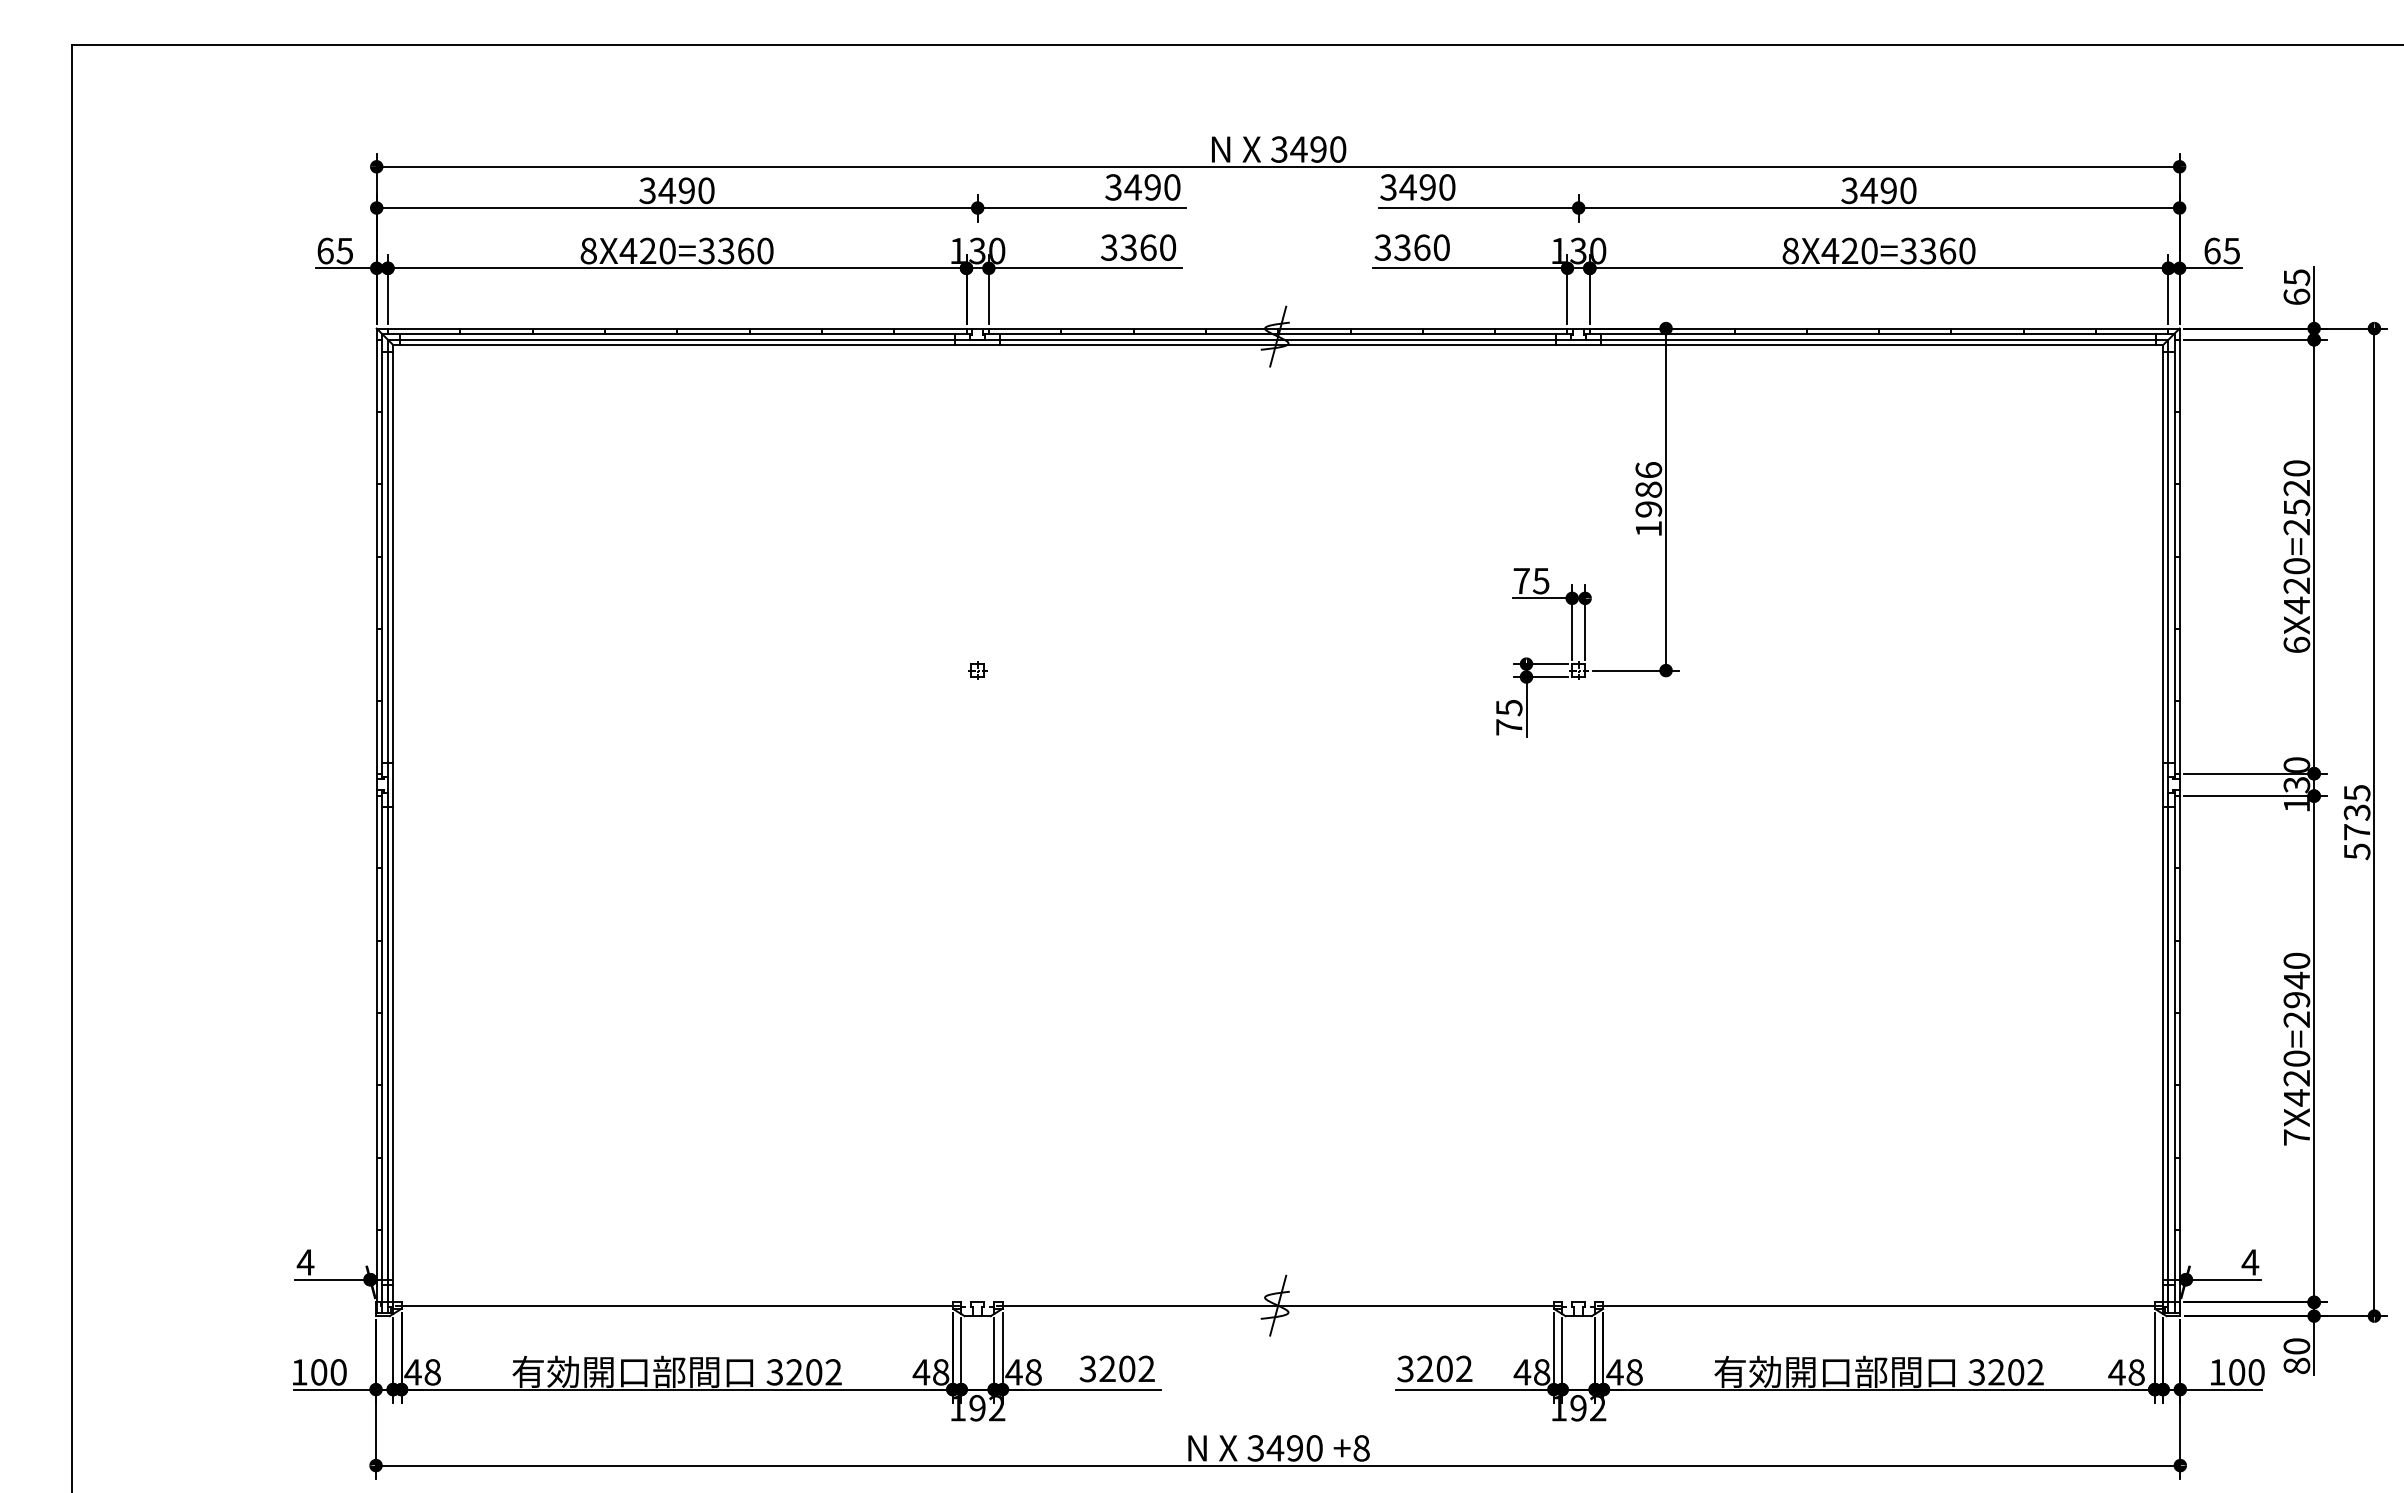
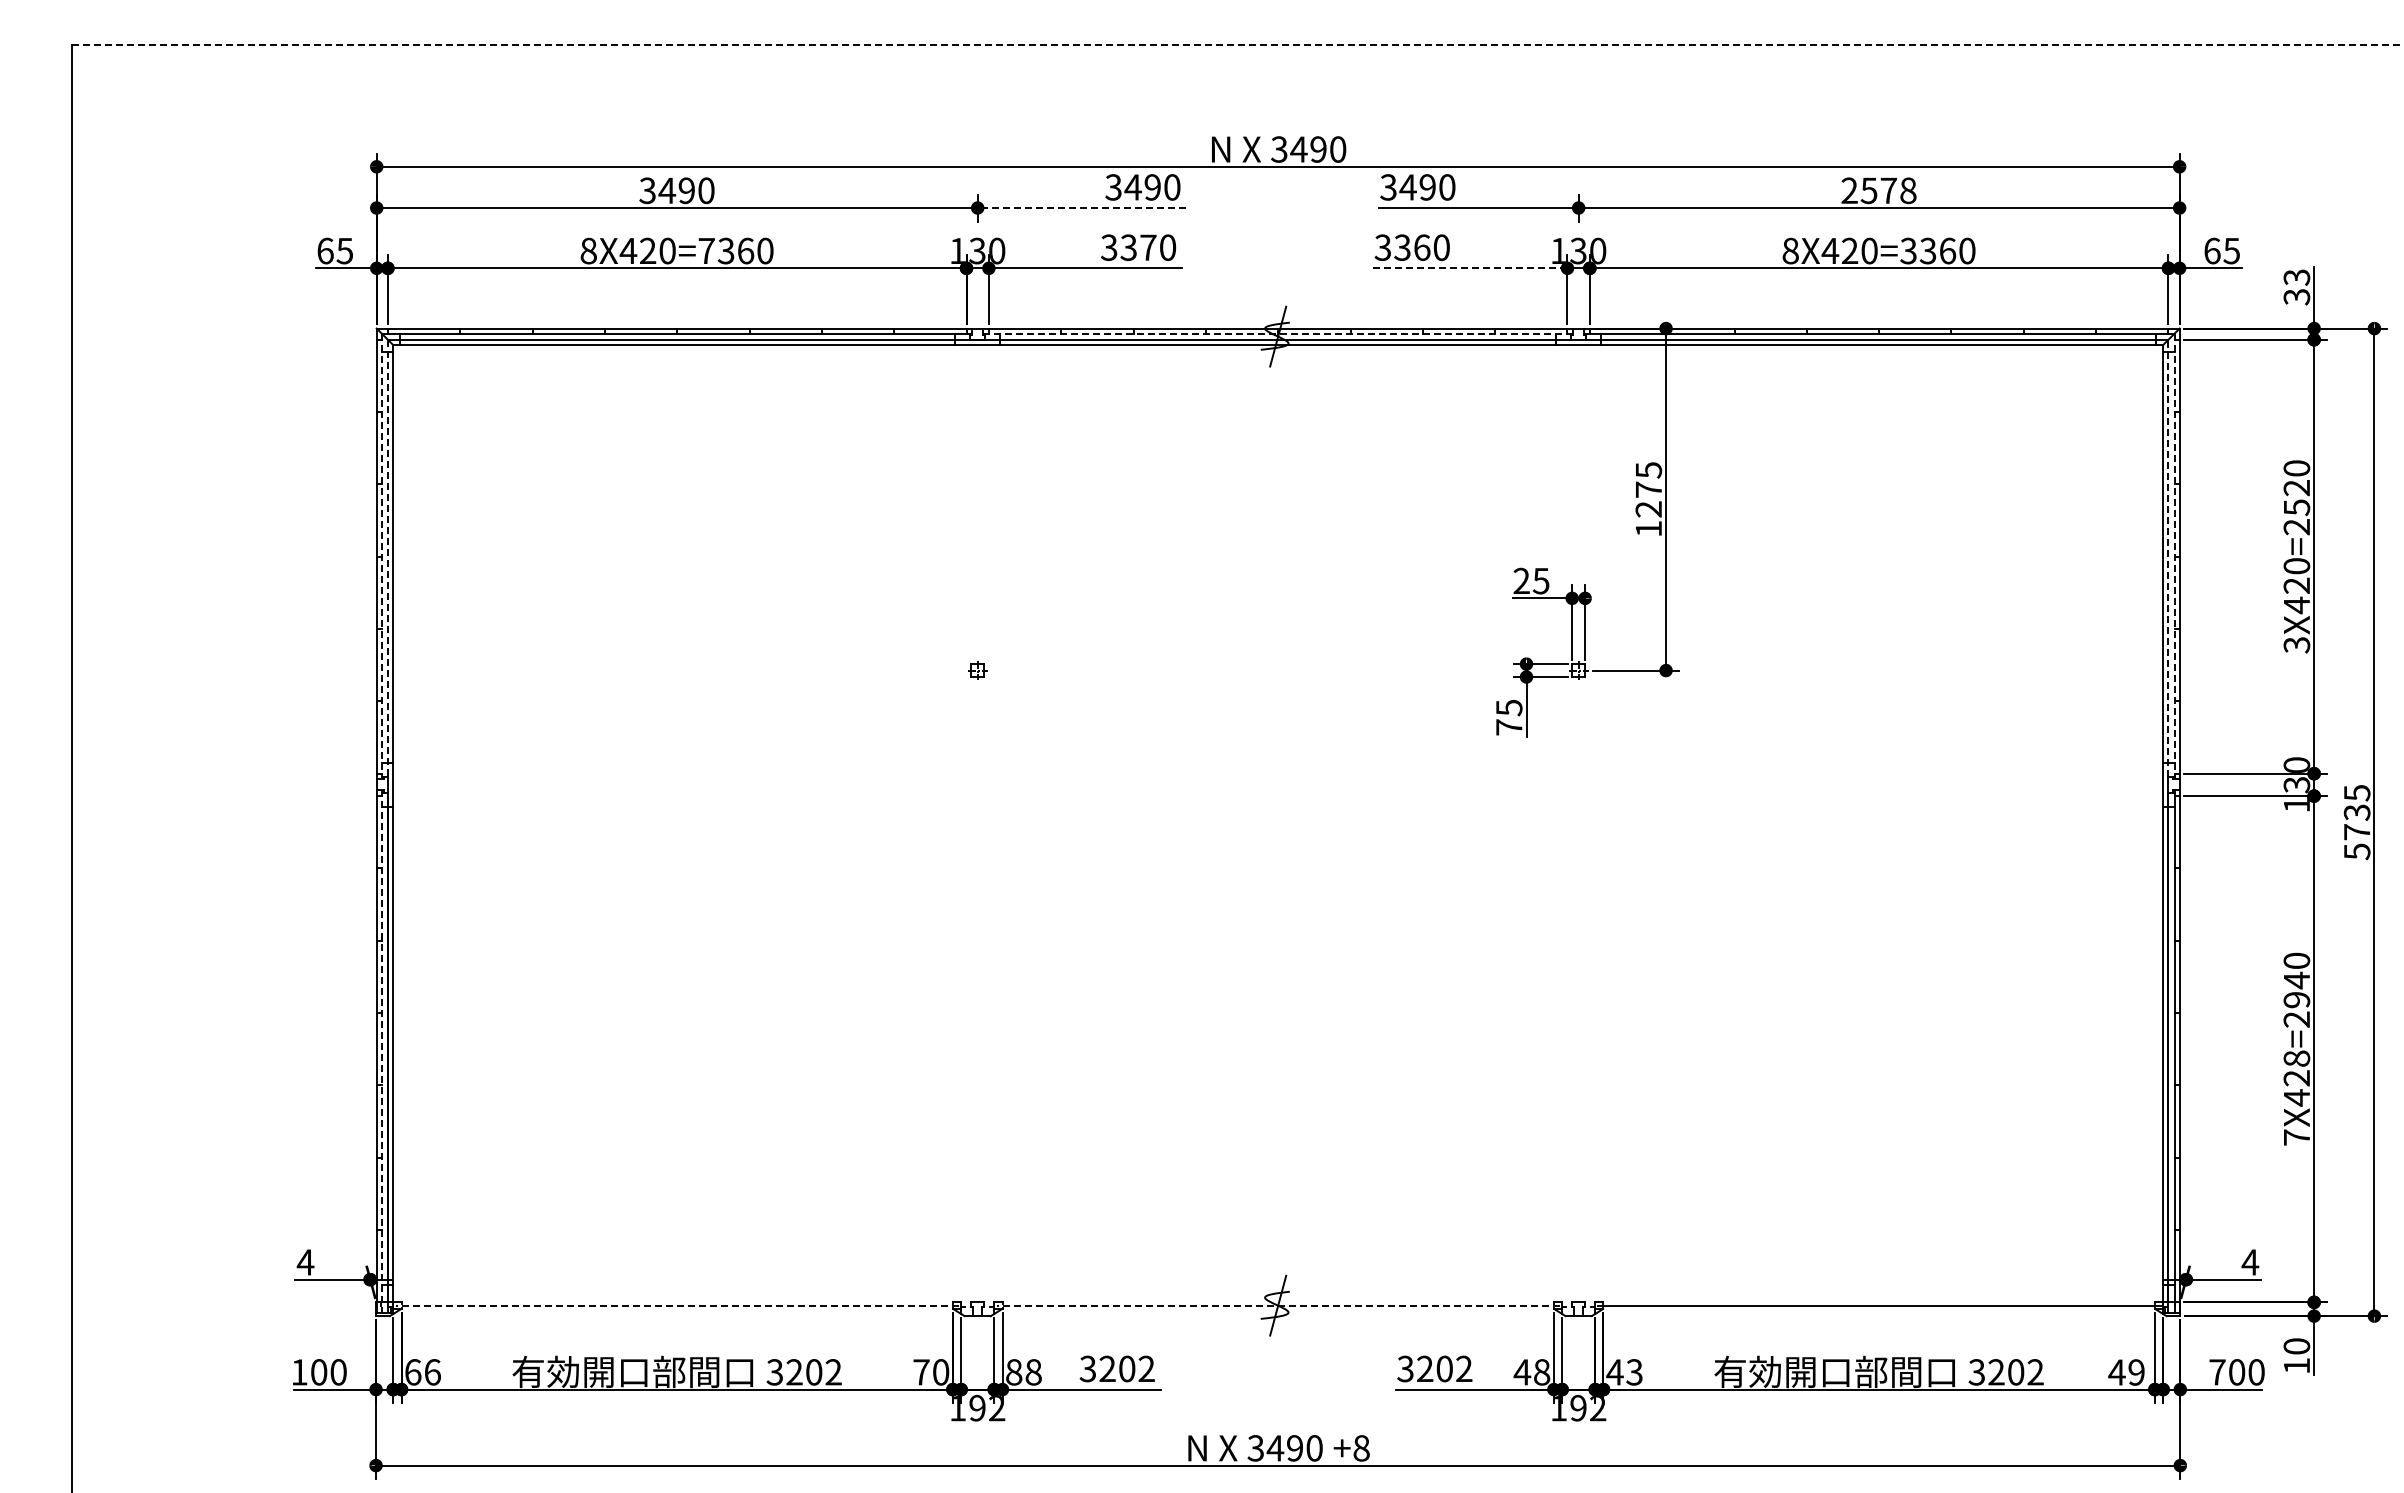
line at (1238, 44): solid -> dashed
text at (1878, 190): 3490 -> 2578
line at (1081, 208): solid -> dashed
text at (1148, 247): 3360 -> 3370
text at (706, 250): 8X420=3360 -> 8X420=7360
line at (1469, 268): solid -> dashed
text at (2296, 287): 65 -> 33
line at (1278, 333): solid -> dashed
text at (1648, 489): 1986 -> 1275
line at (381, 556): solid -> dashed
line at (2174, 556): solid -> dashed
line at (387, 558): solid -> dashed
line at (2168, 558): solid -> dashed
text at (1521, 580): 75 -> 25
text at (2296, 644): 6X420=2520 -> 3X420=2520
line at (381, 1051): solid -> dashed
text at (2297, 1058): 7X420=2940 -> 7X428=2940
line at (676, 1305): solid -> dashed
line at (1277, 1305): solid -> dashed
text at (2296, 1365): 80 -> 10
text at (422, 1372): 48 -> 66
text at (930, 1372): 48 -> 70
text at (1013, 1372): 48 -> 88
text at (1634, 1372): 48 -> 43
text at (2136, 1372): 48 -> 49
text at (2217, 1372): 100 -> 700
